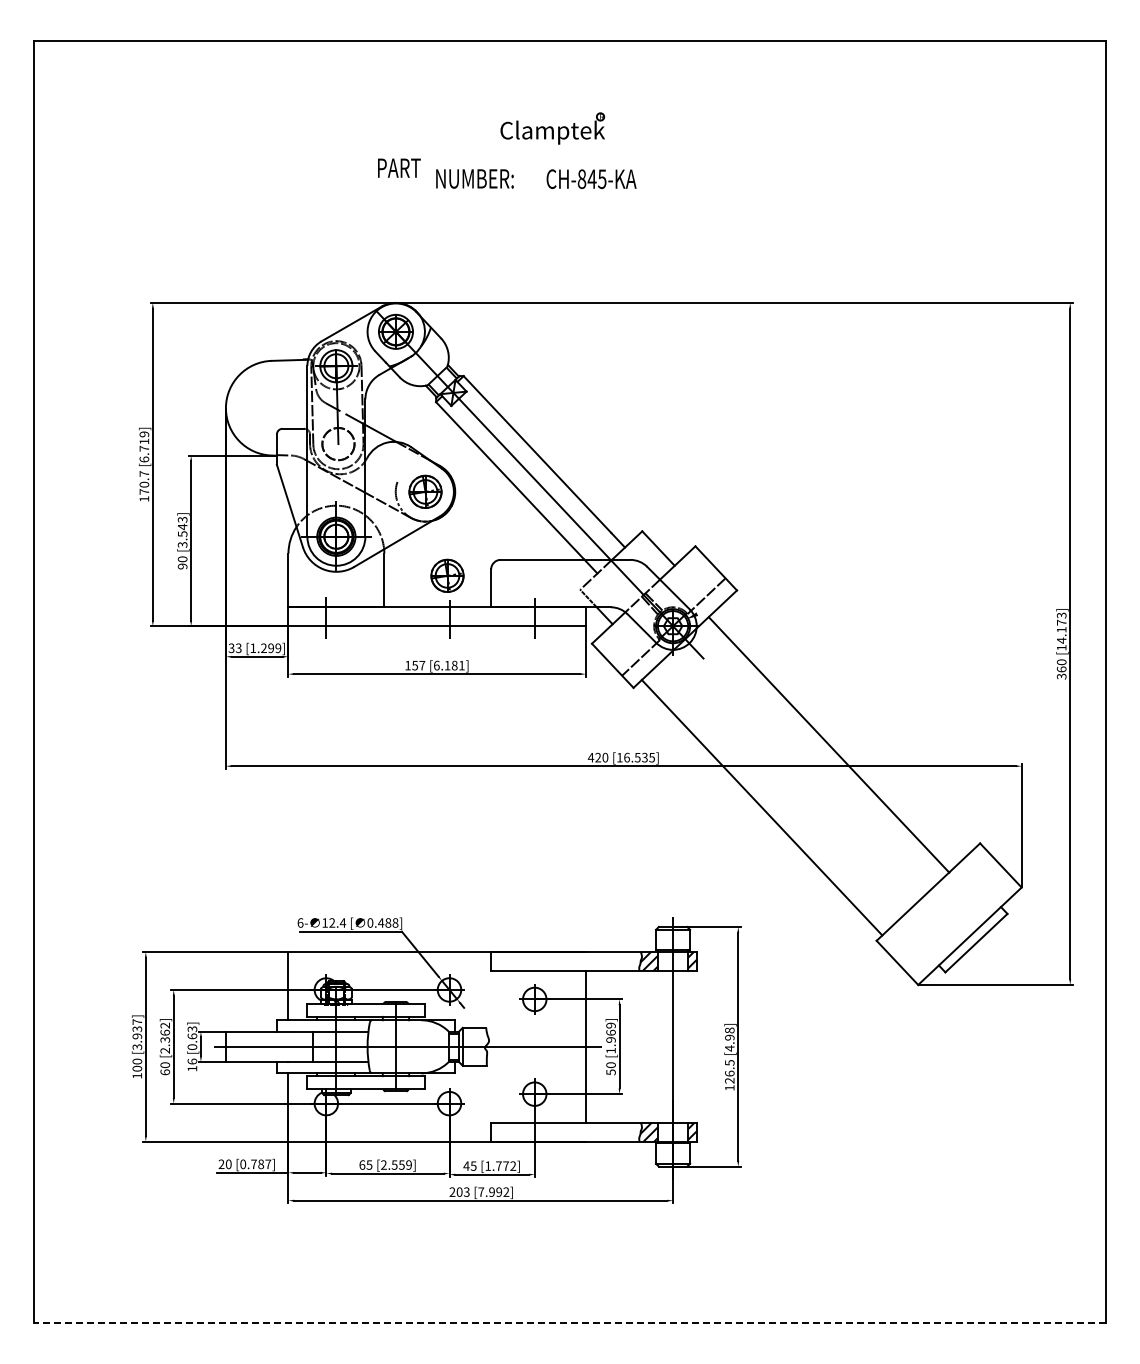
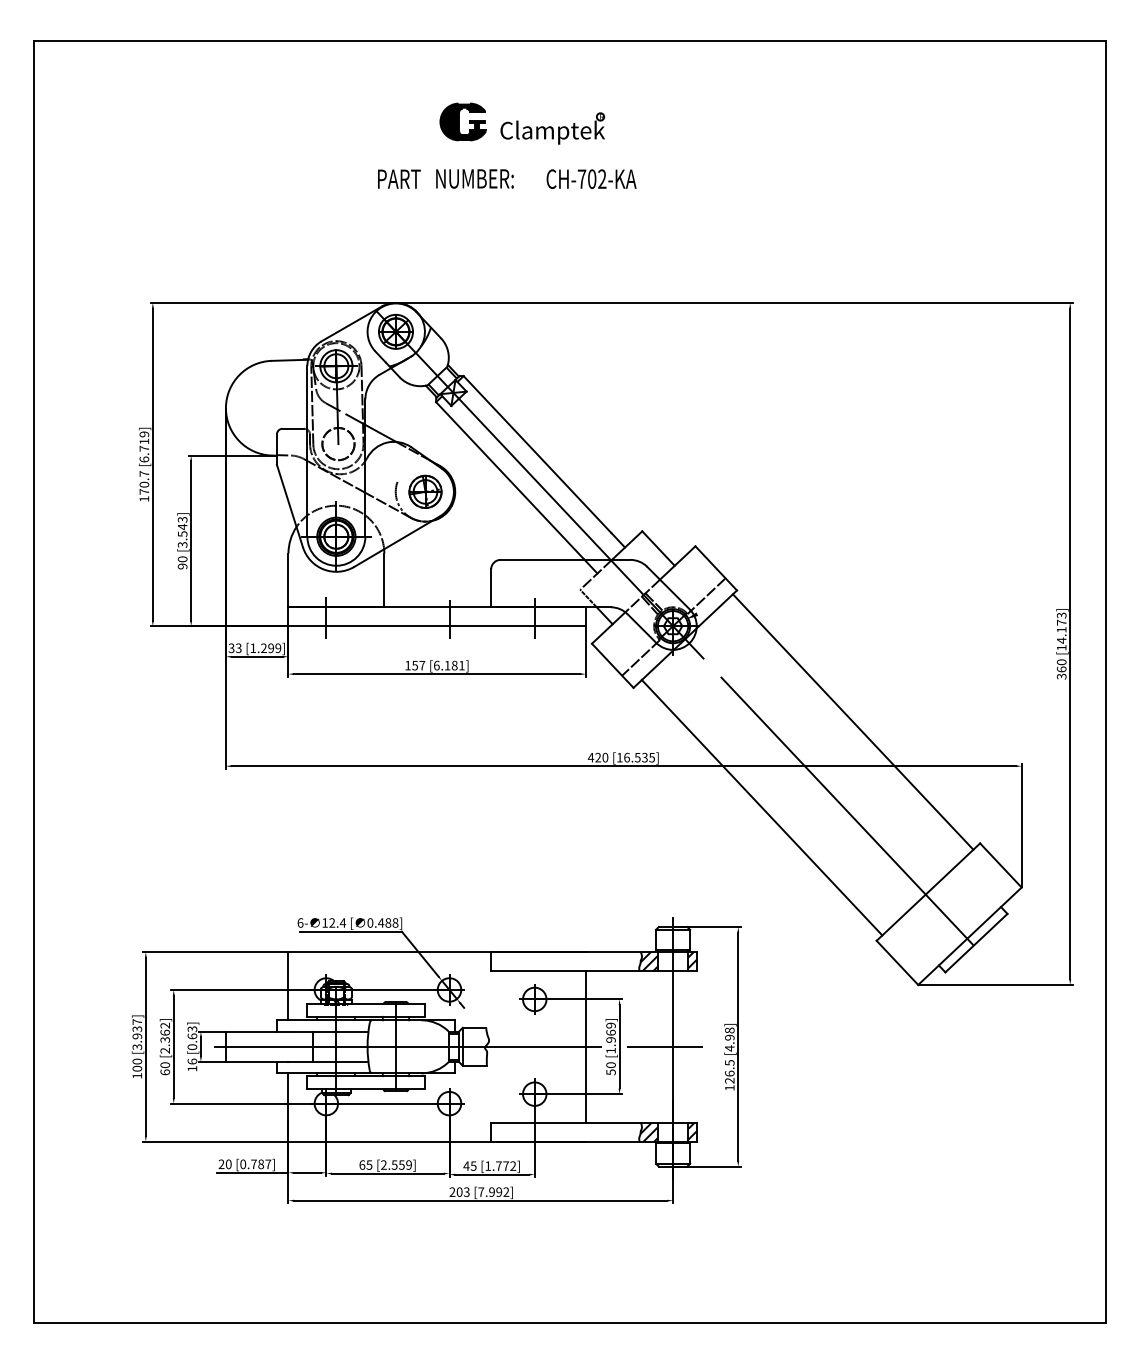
part at (462, 121): none -> present
text at (399, 167) position: (399, 167) -> (399, 178)
text at (591, 179): CH-845-KA -> CH-702-KA
part at (447, 575): present -> none
line at (828, 744) position: (828, 744) -> (852, 721)
line at (846, 810): none -> present
line at (665, 1046): none -> present
line at (569, 1323): dashed -> solid
